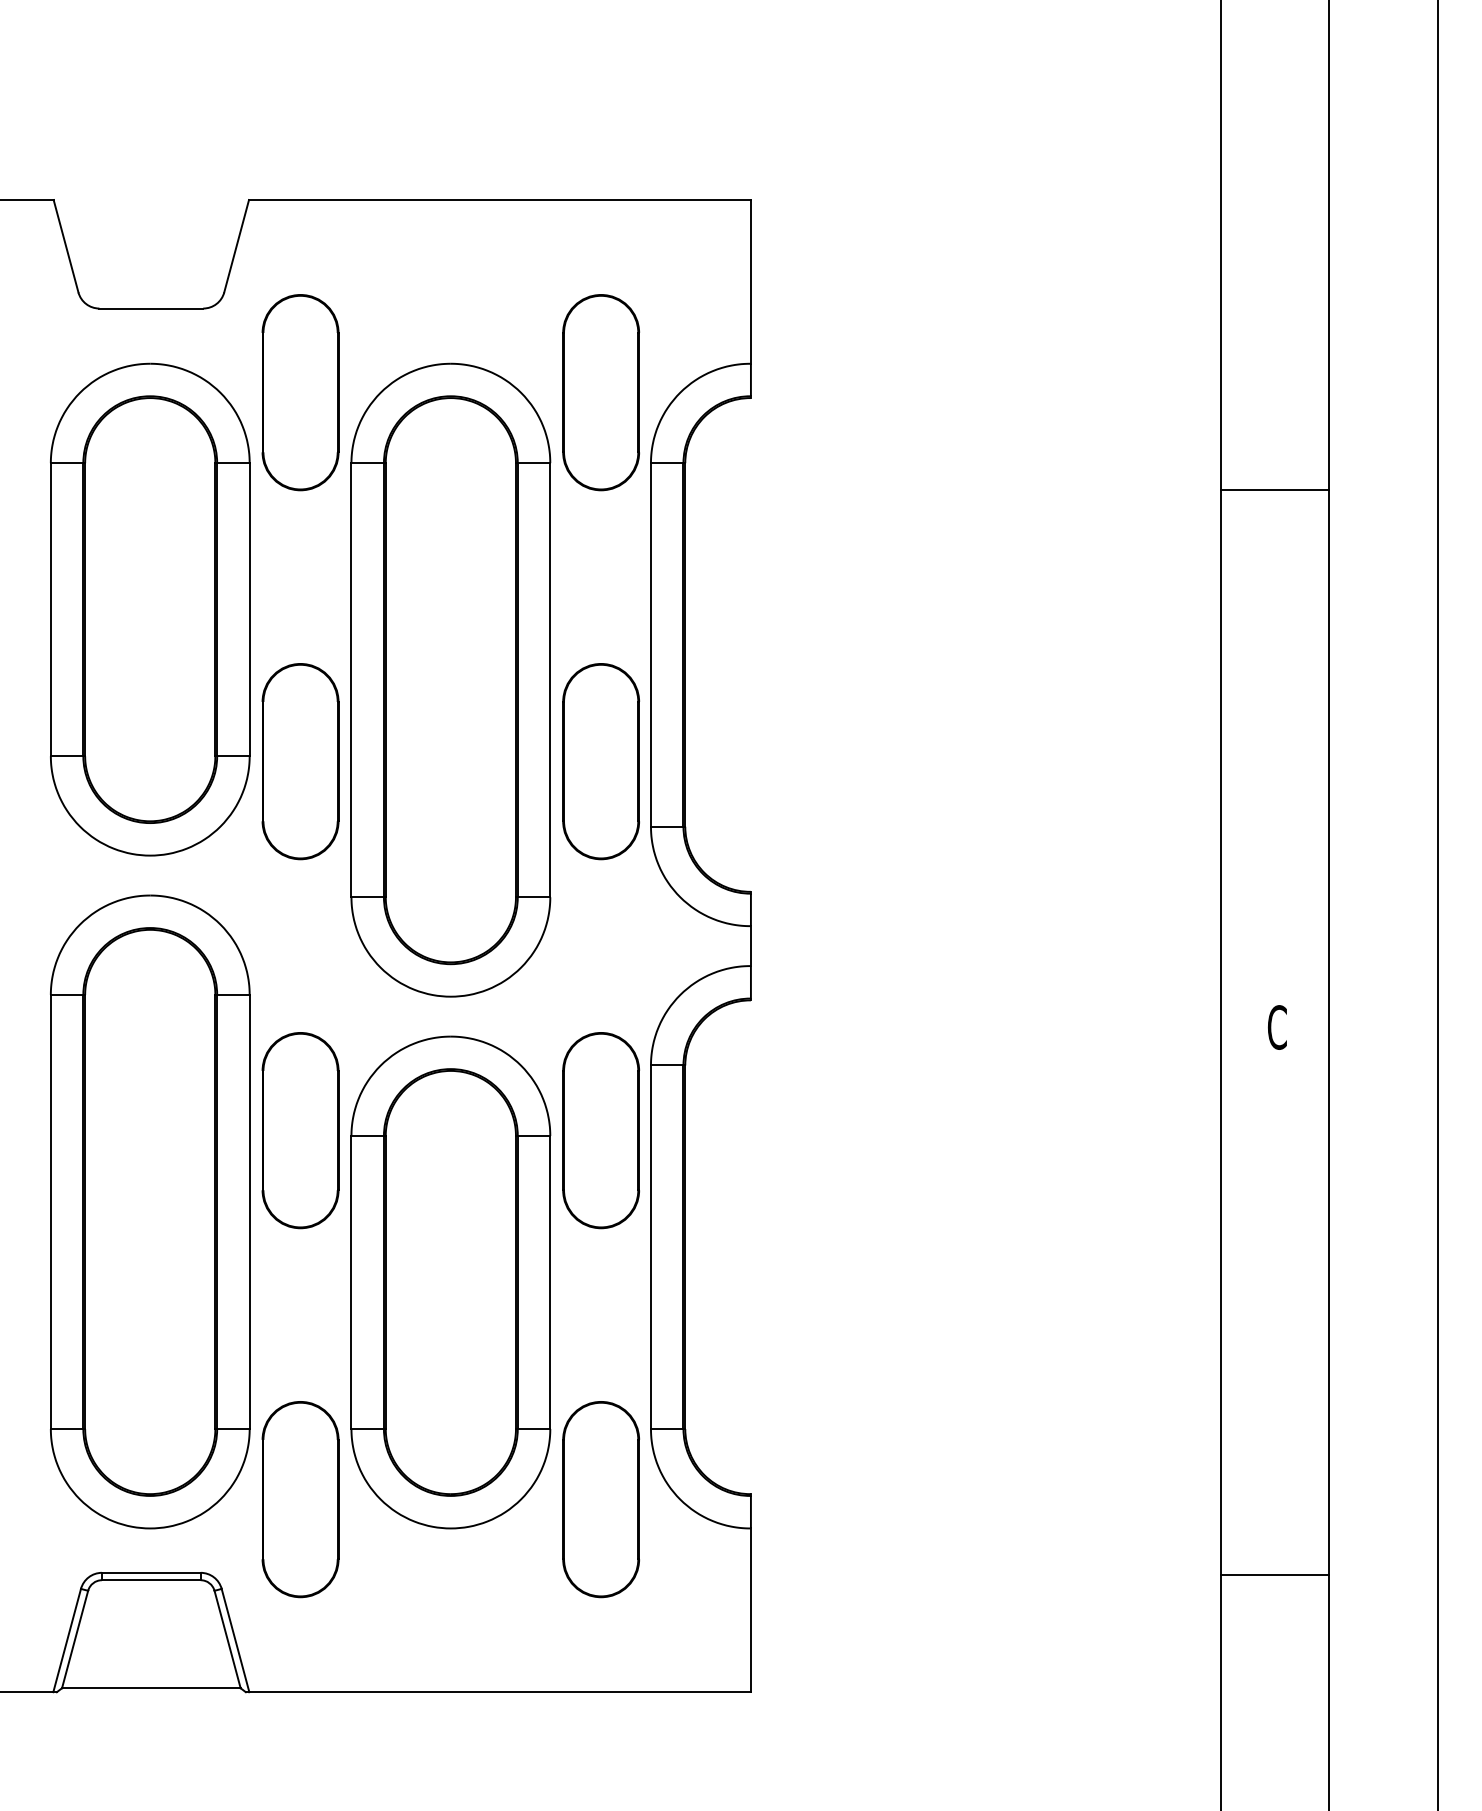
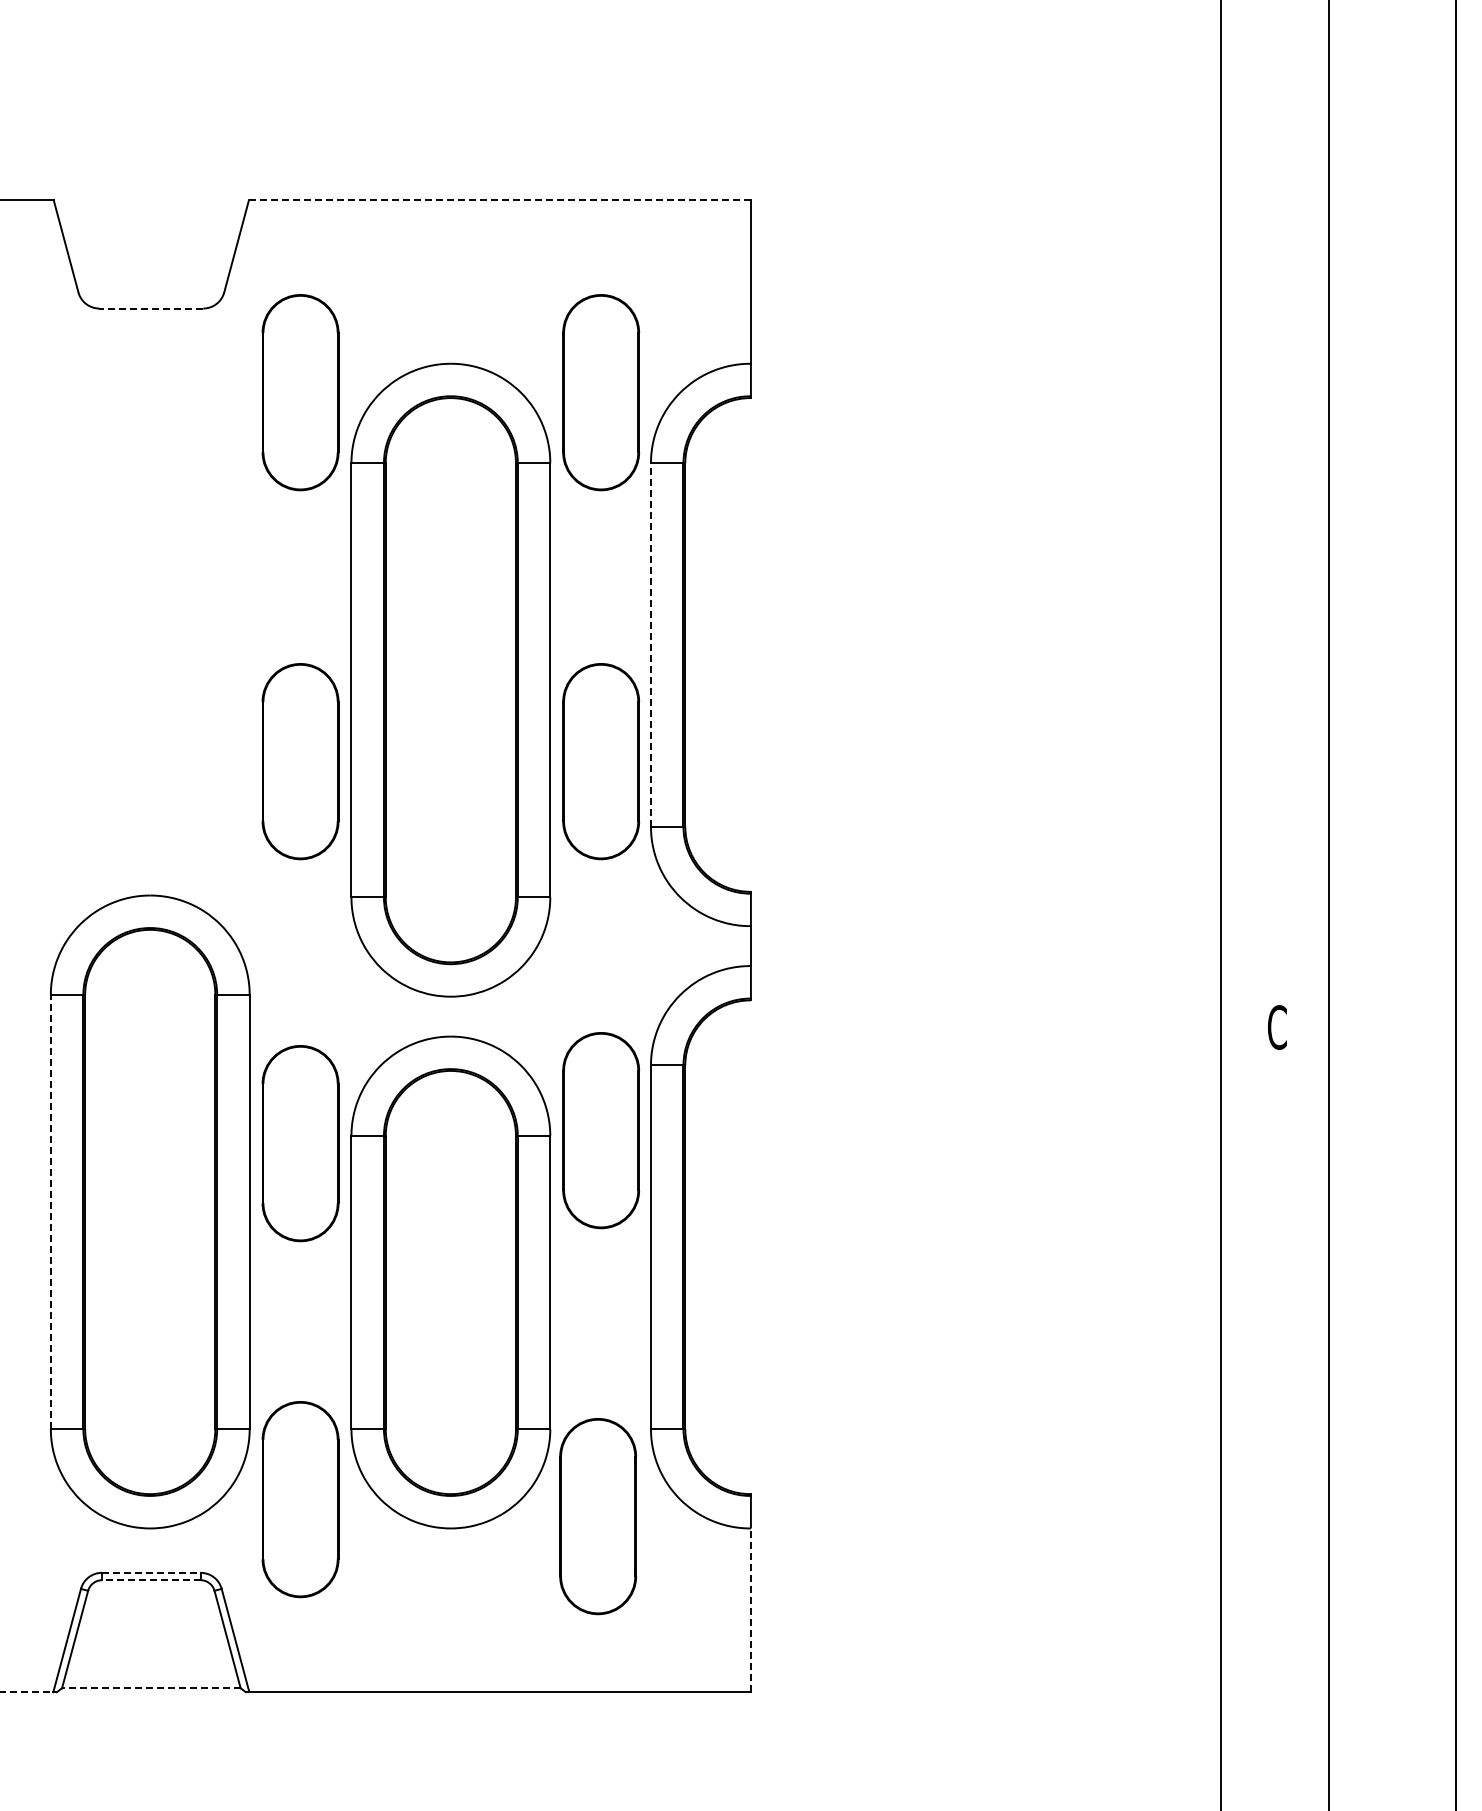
line at (499, 200): solid -> dashed
line at (151, 308): solid -> dashed
line at (1274, 489): present -> none
part at (150, 609): present -> none
line at (650, 644): solid -> dashed
line at (1437, 904) position: (1437, 904) -> (1455, 904)
part at (300, 1130) position: (300, 1130) -> (300, 1143)
line at (50, 1211): solid -> dashed
part at (600, 1499) position: (600, 1499) -> (597, 1516)
line at (151, 1572): solid -> dashed
line at (1274, 1575): present -> none
line at (150, 1580): solid -> dashed
line at (750, 1610): solid -> dashed
line at (150, 1688): solid -> dashed
line at (27, 1692): solid -> dashed
